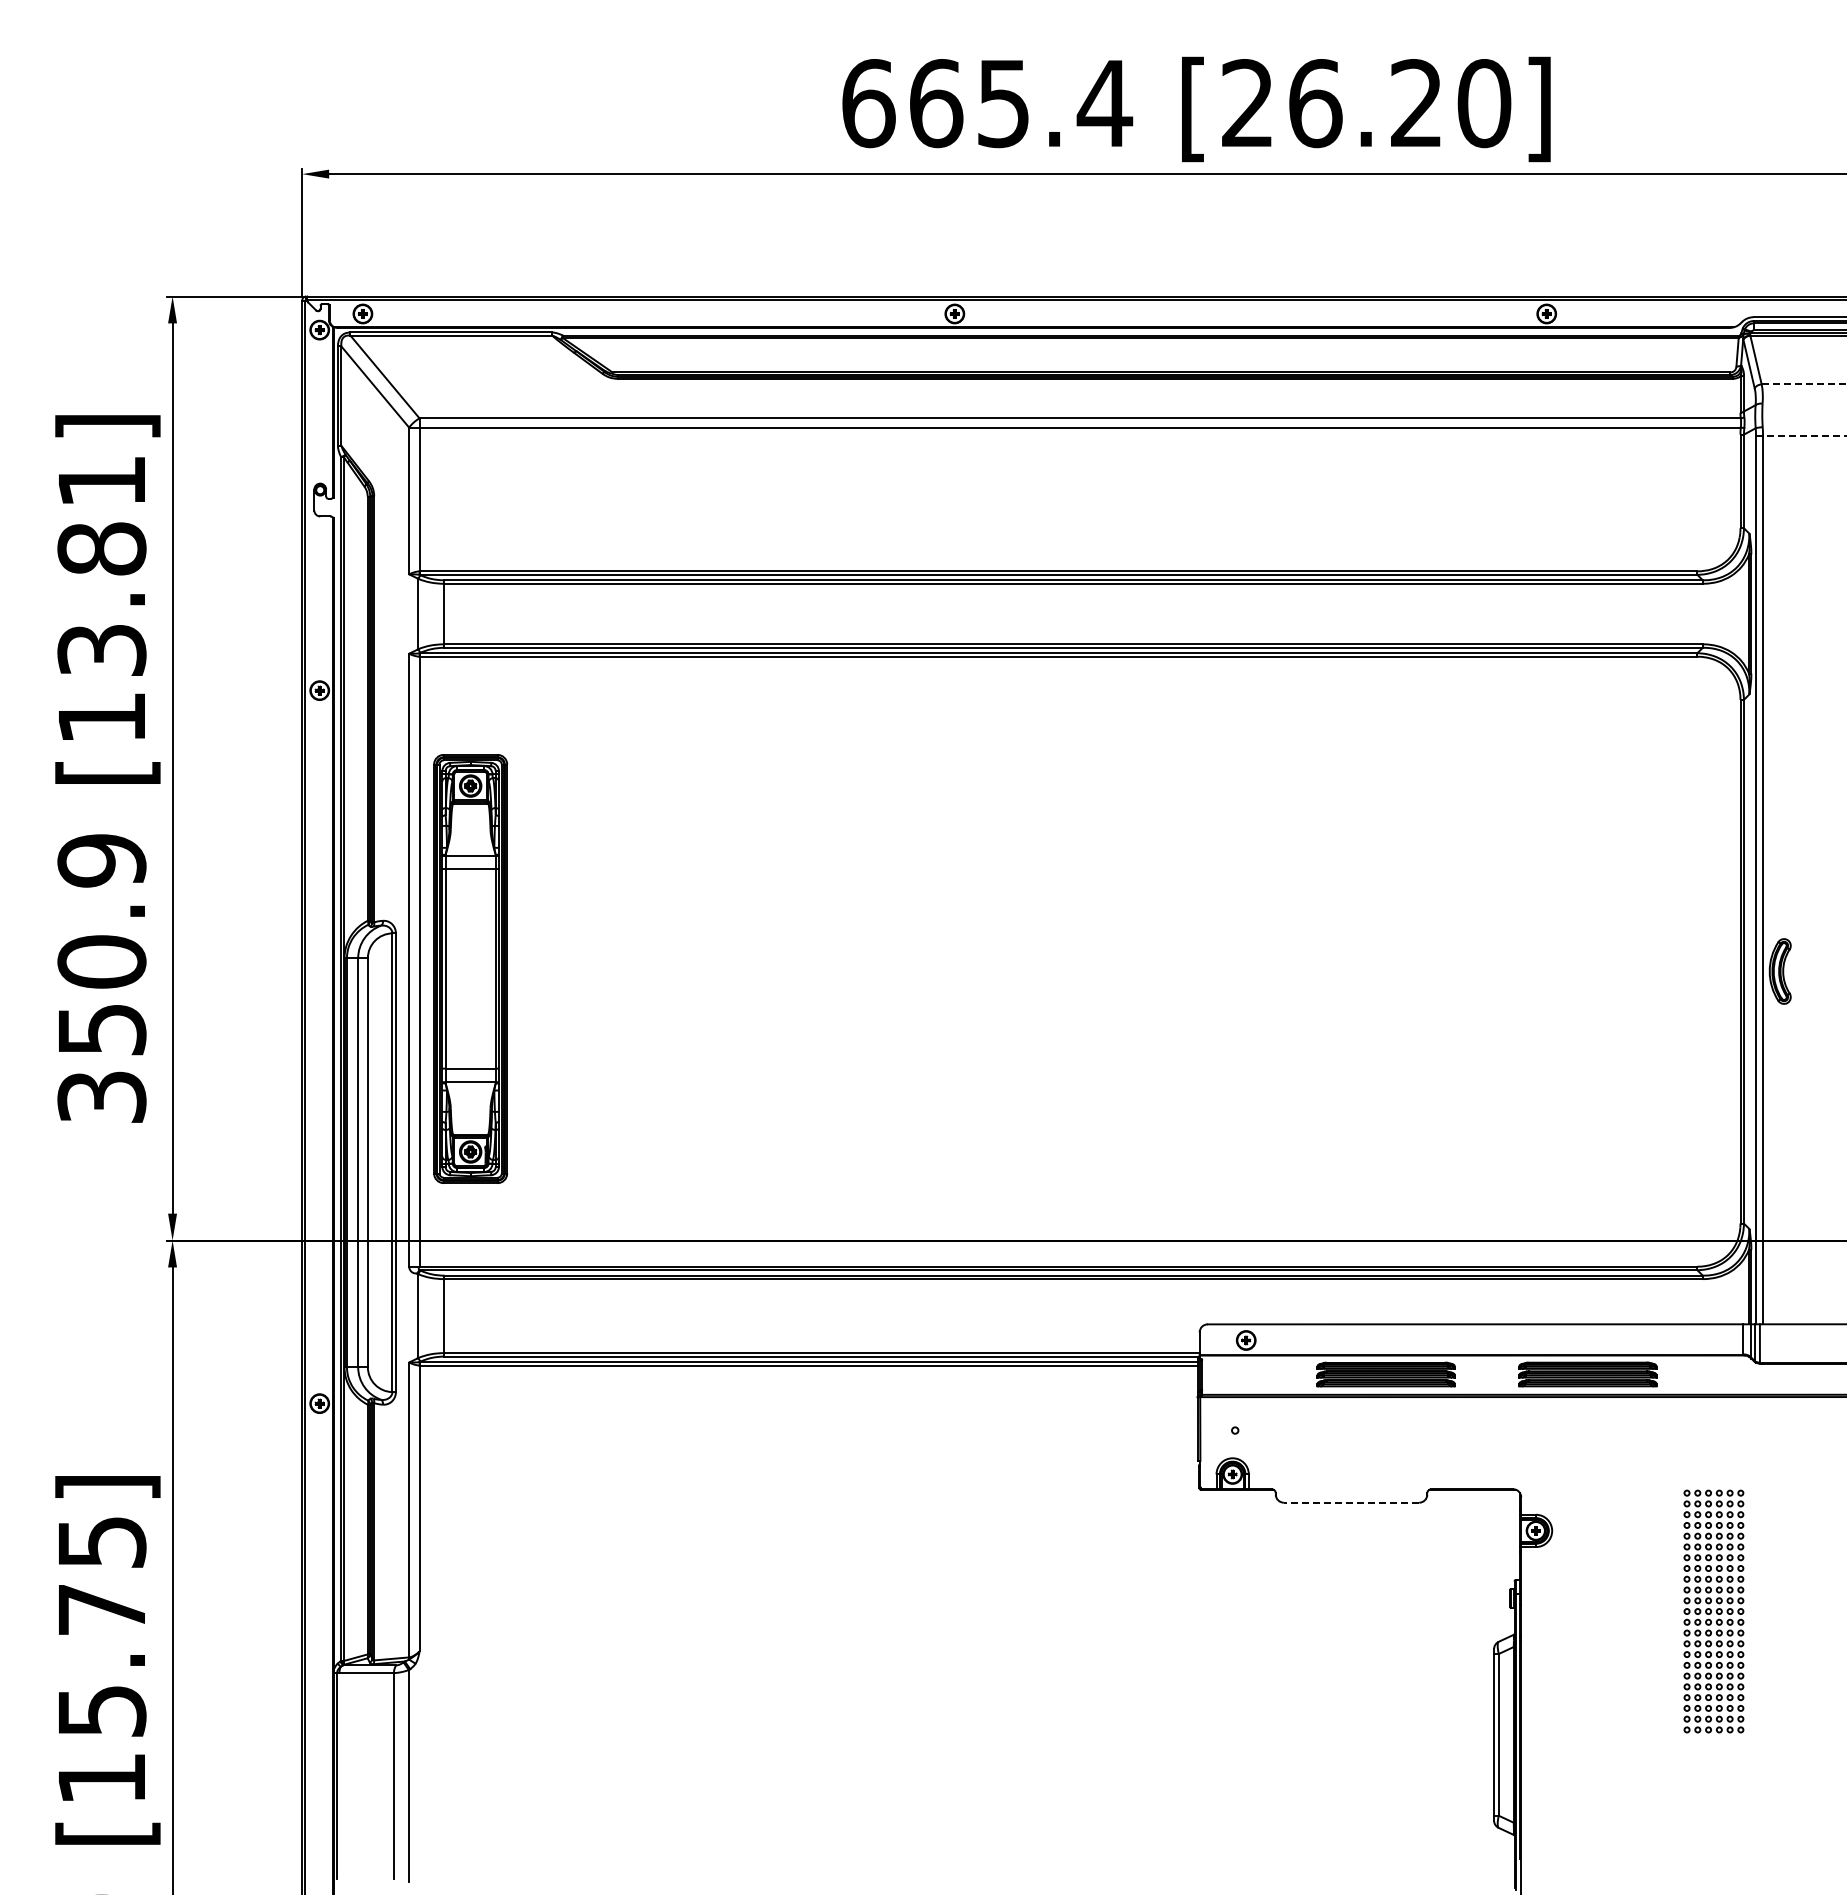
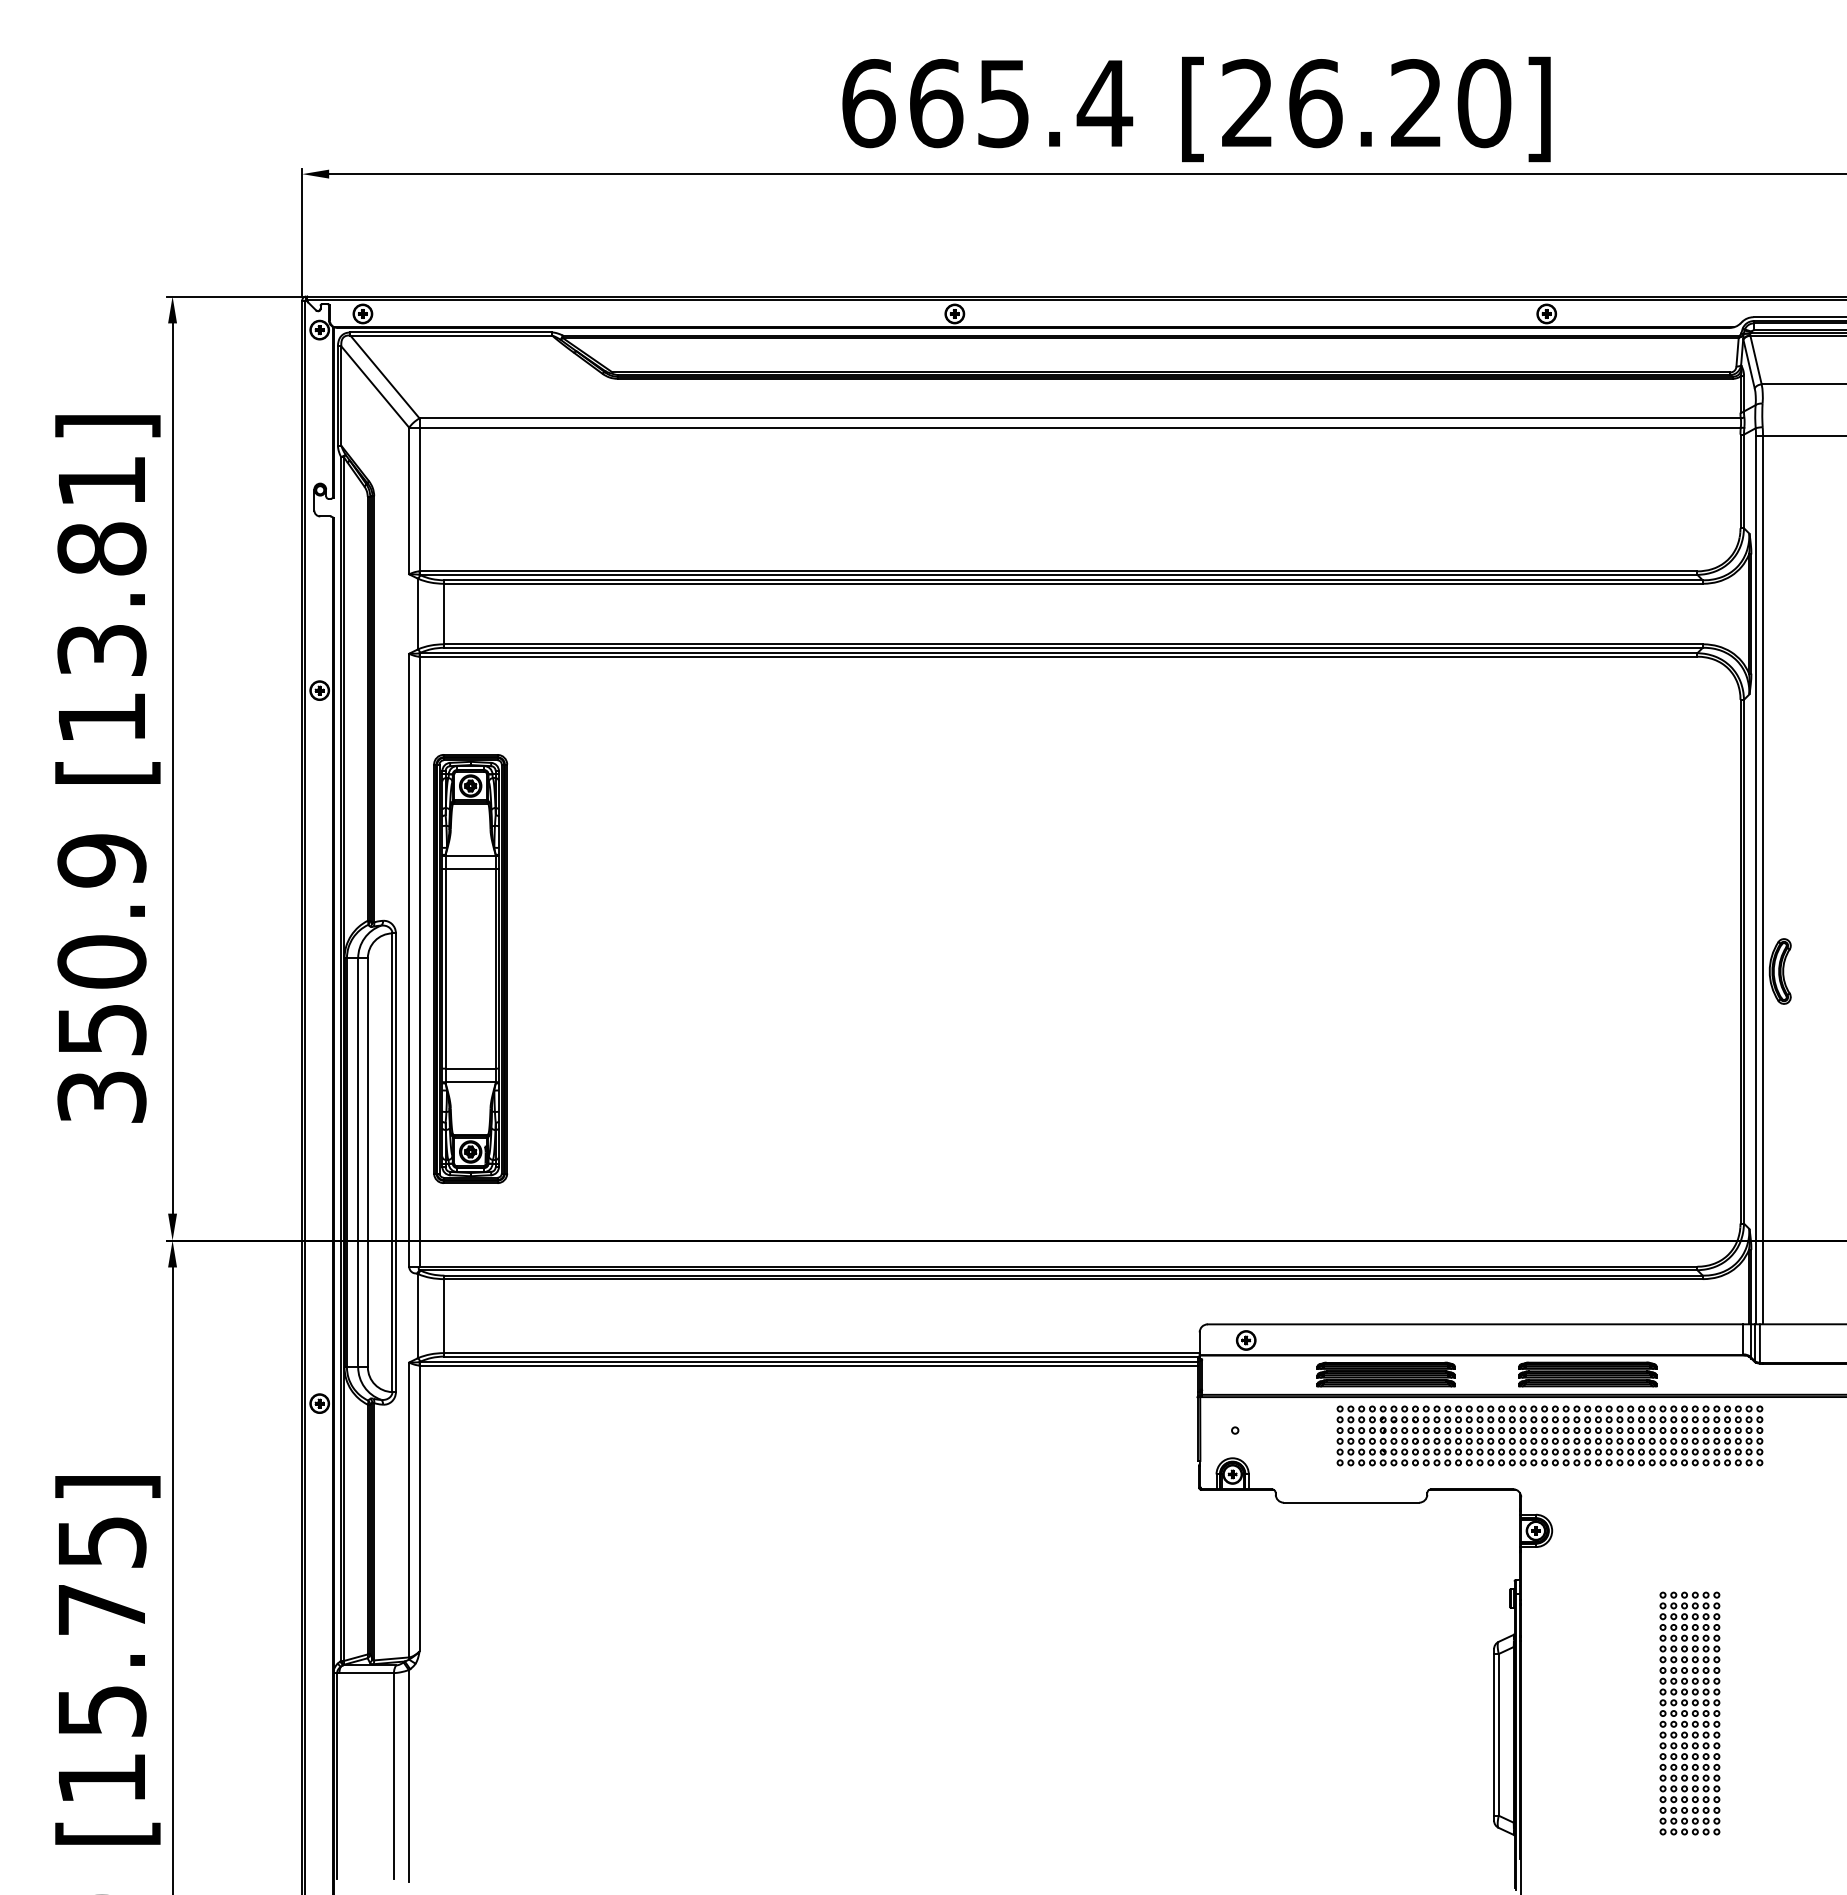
line at (1804, 384): dashed -> solid
line at (1801, 435): dashed -> solid
part at (1549, 1435): none -> present
line at (1351, 1502): dashed -> solid
part at (1713, 1611) position: (1713, 1611) -> (1689, 1713)
